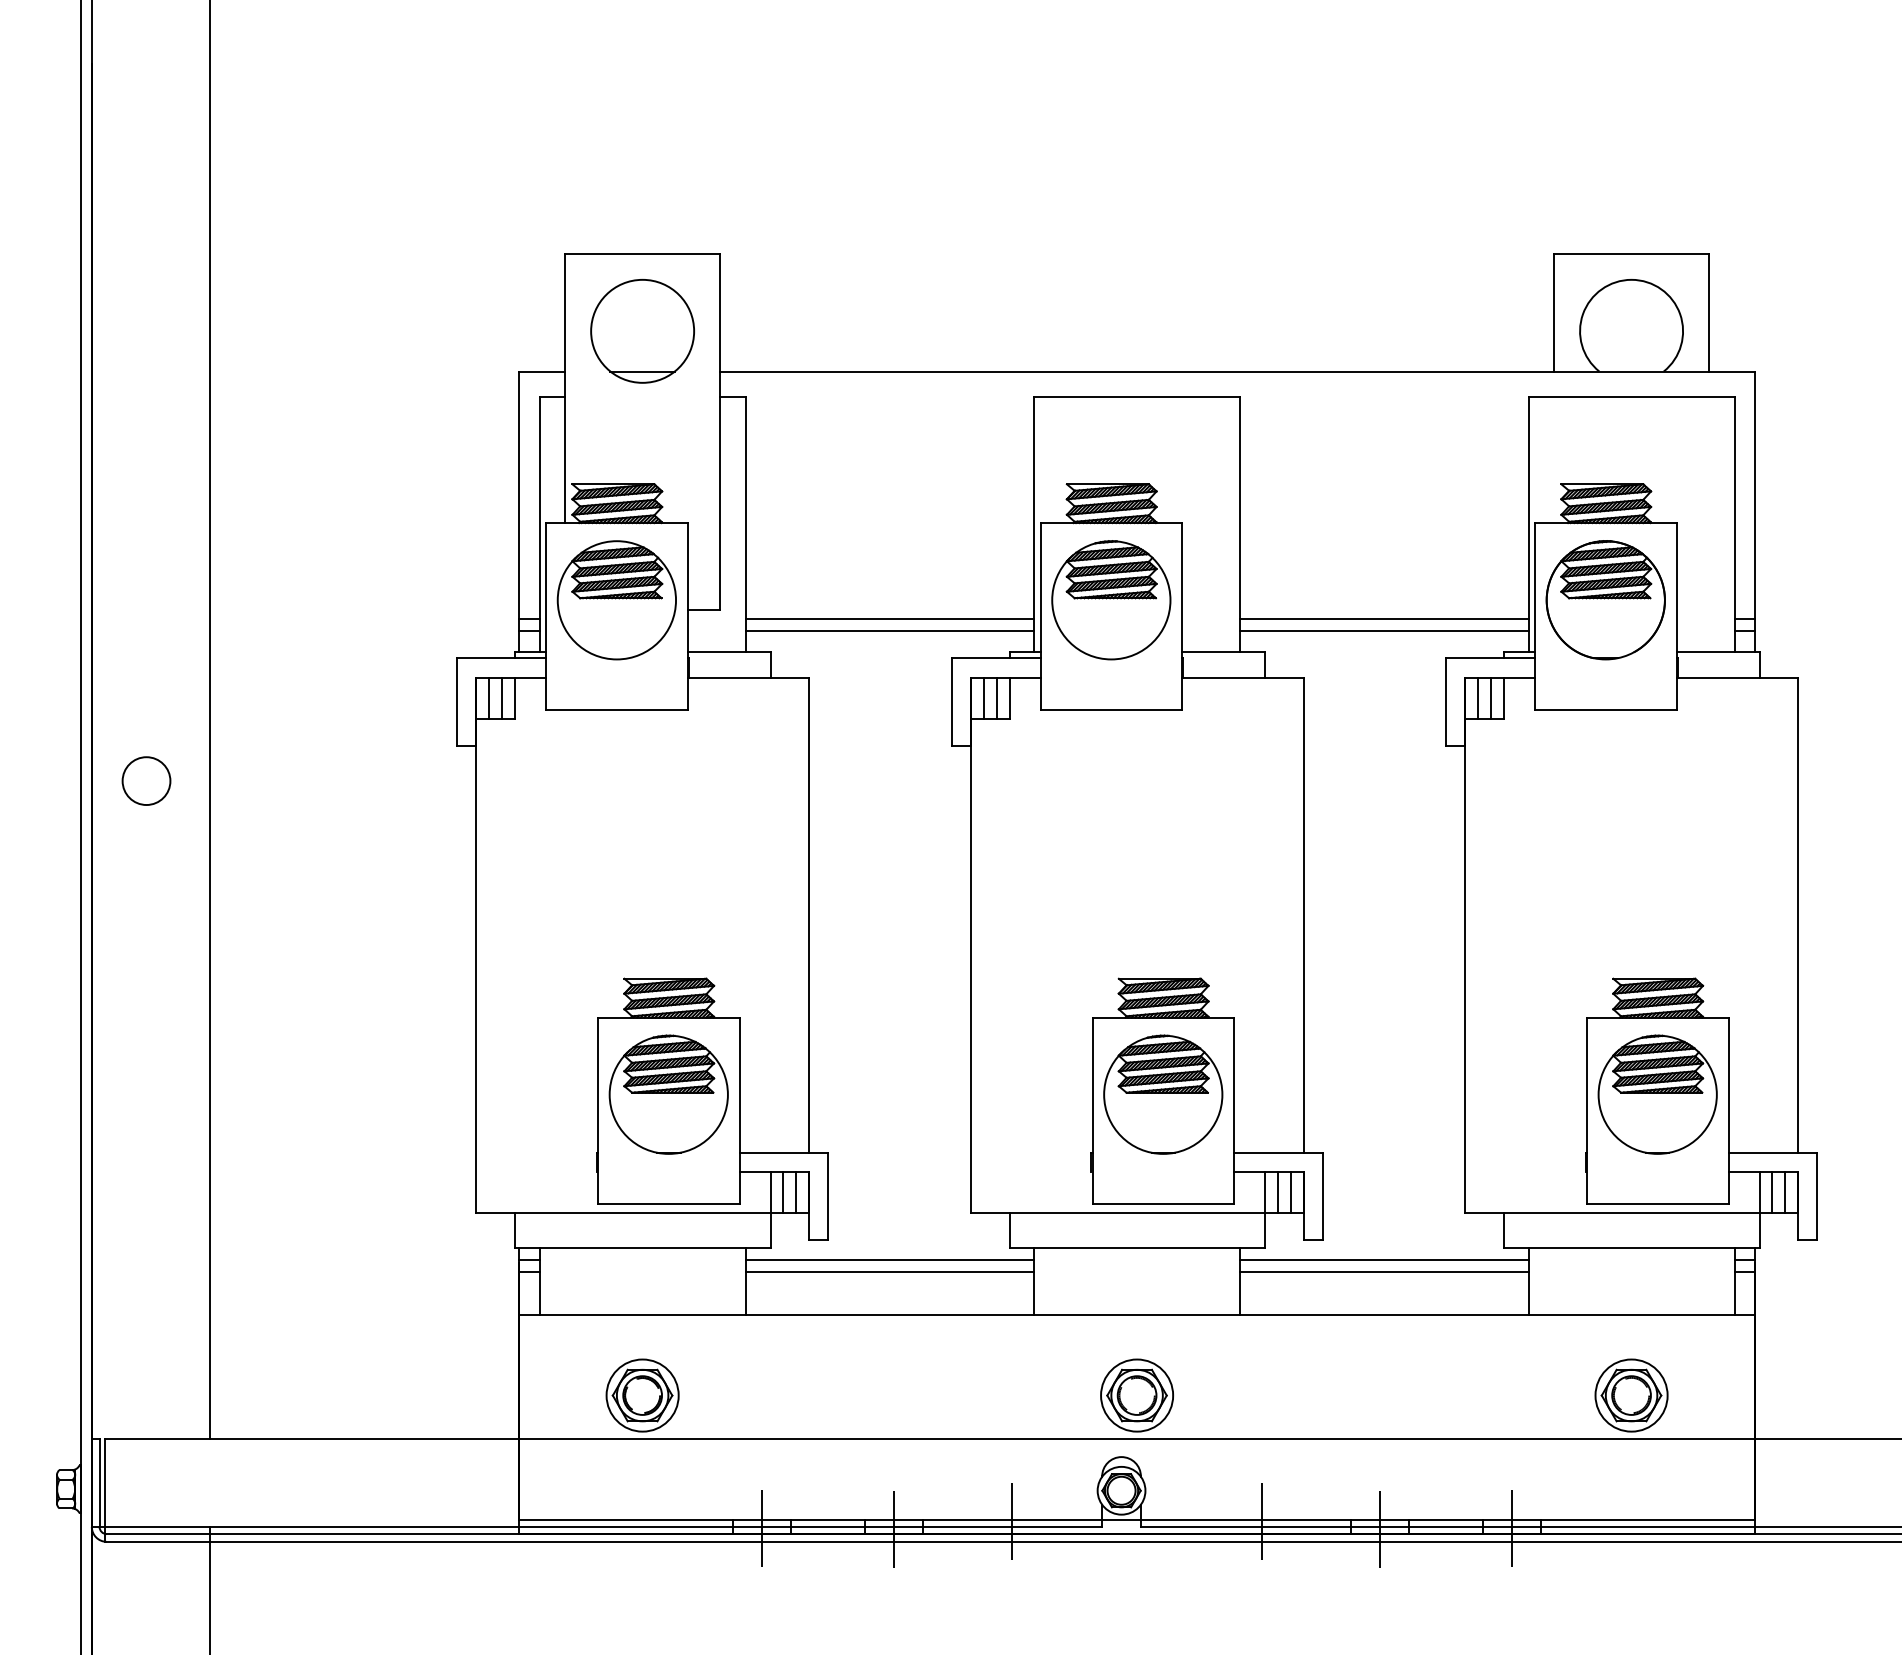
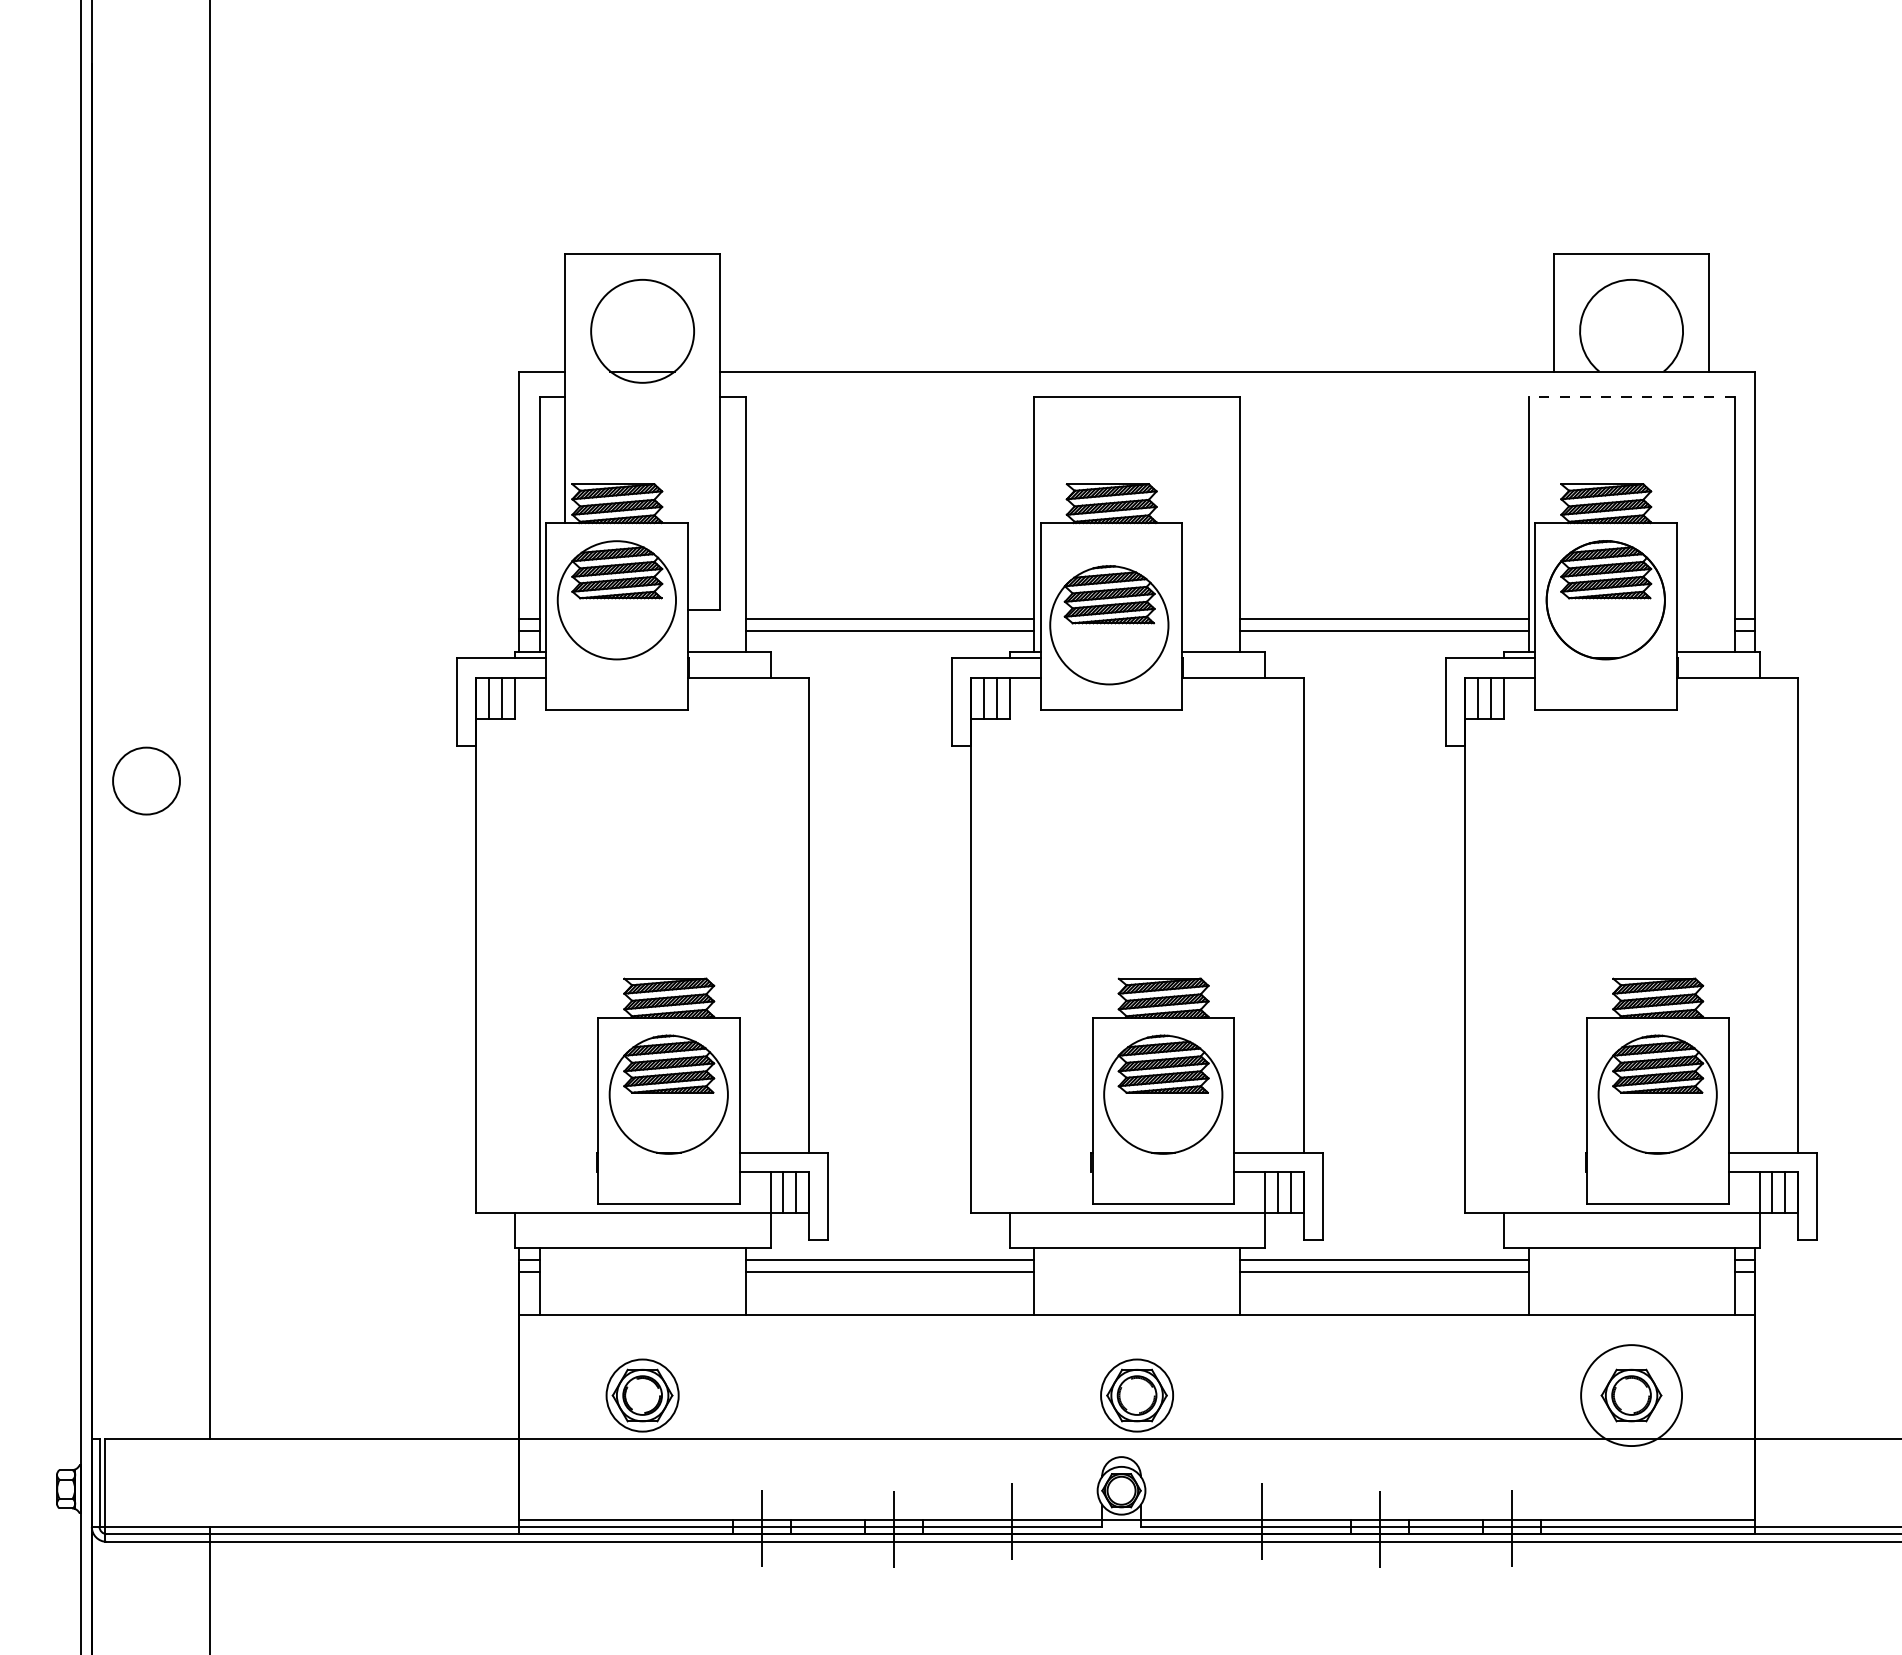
line at (1631, 396): solid -> dashed
part at (1111, 600) position: (1111, 600) -> (1109, 625)
circle at (146, 781) diameter: 48 px -> 67 px
circle at (1631, 1395) diameter: 72 px -> 101 px
